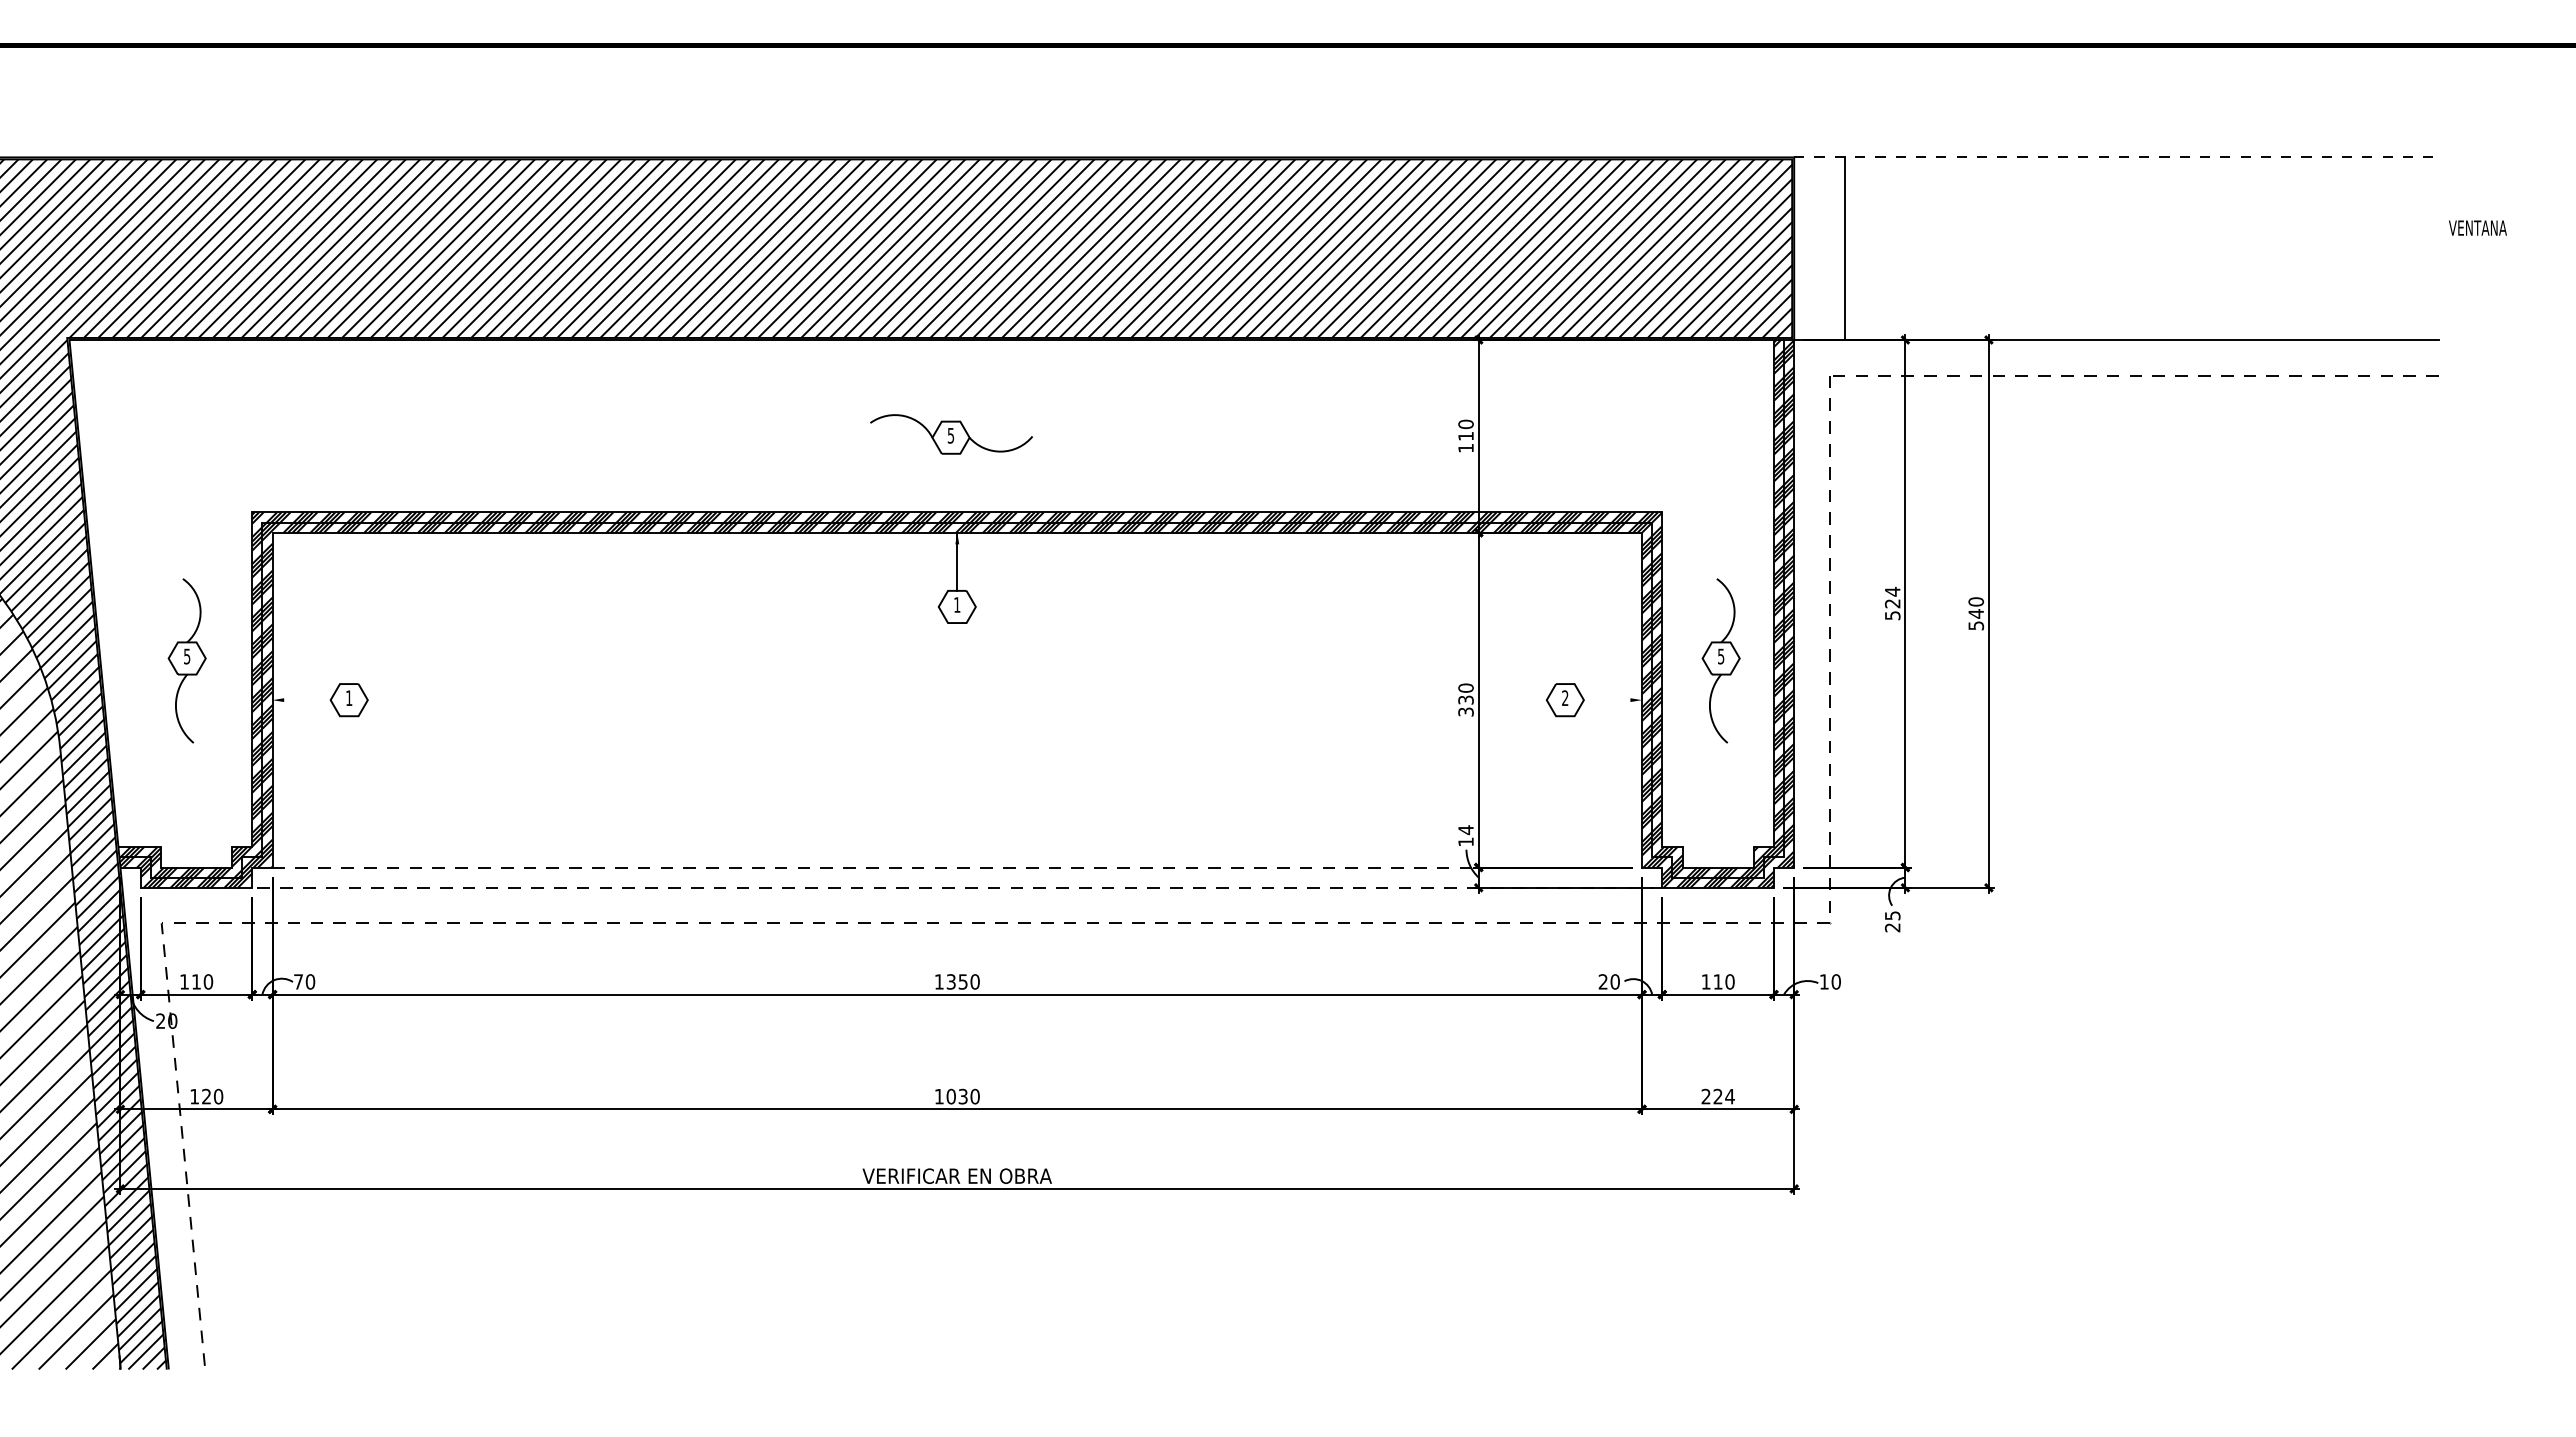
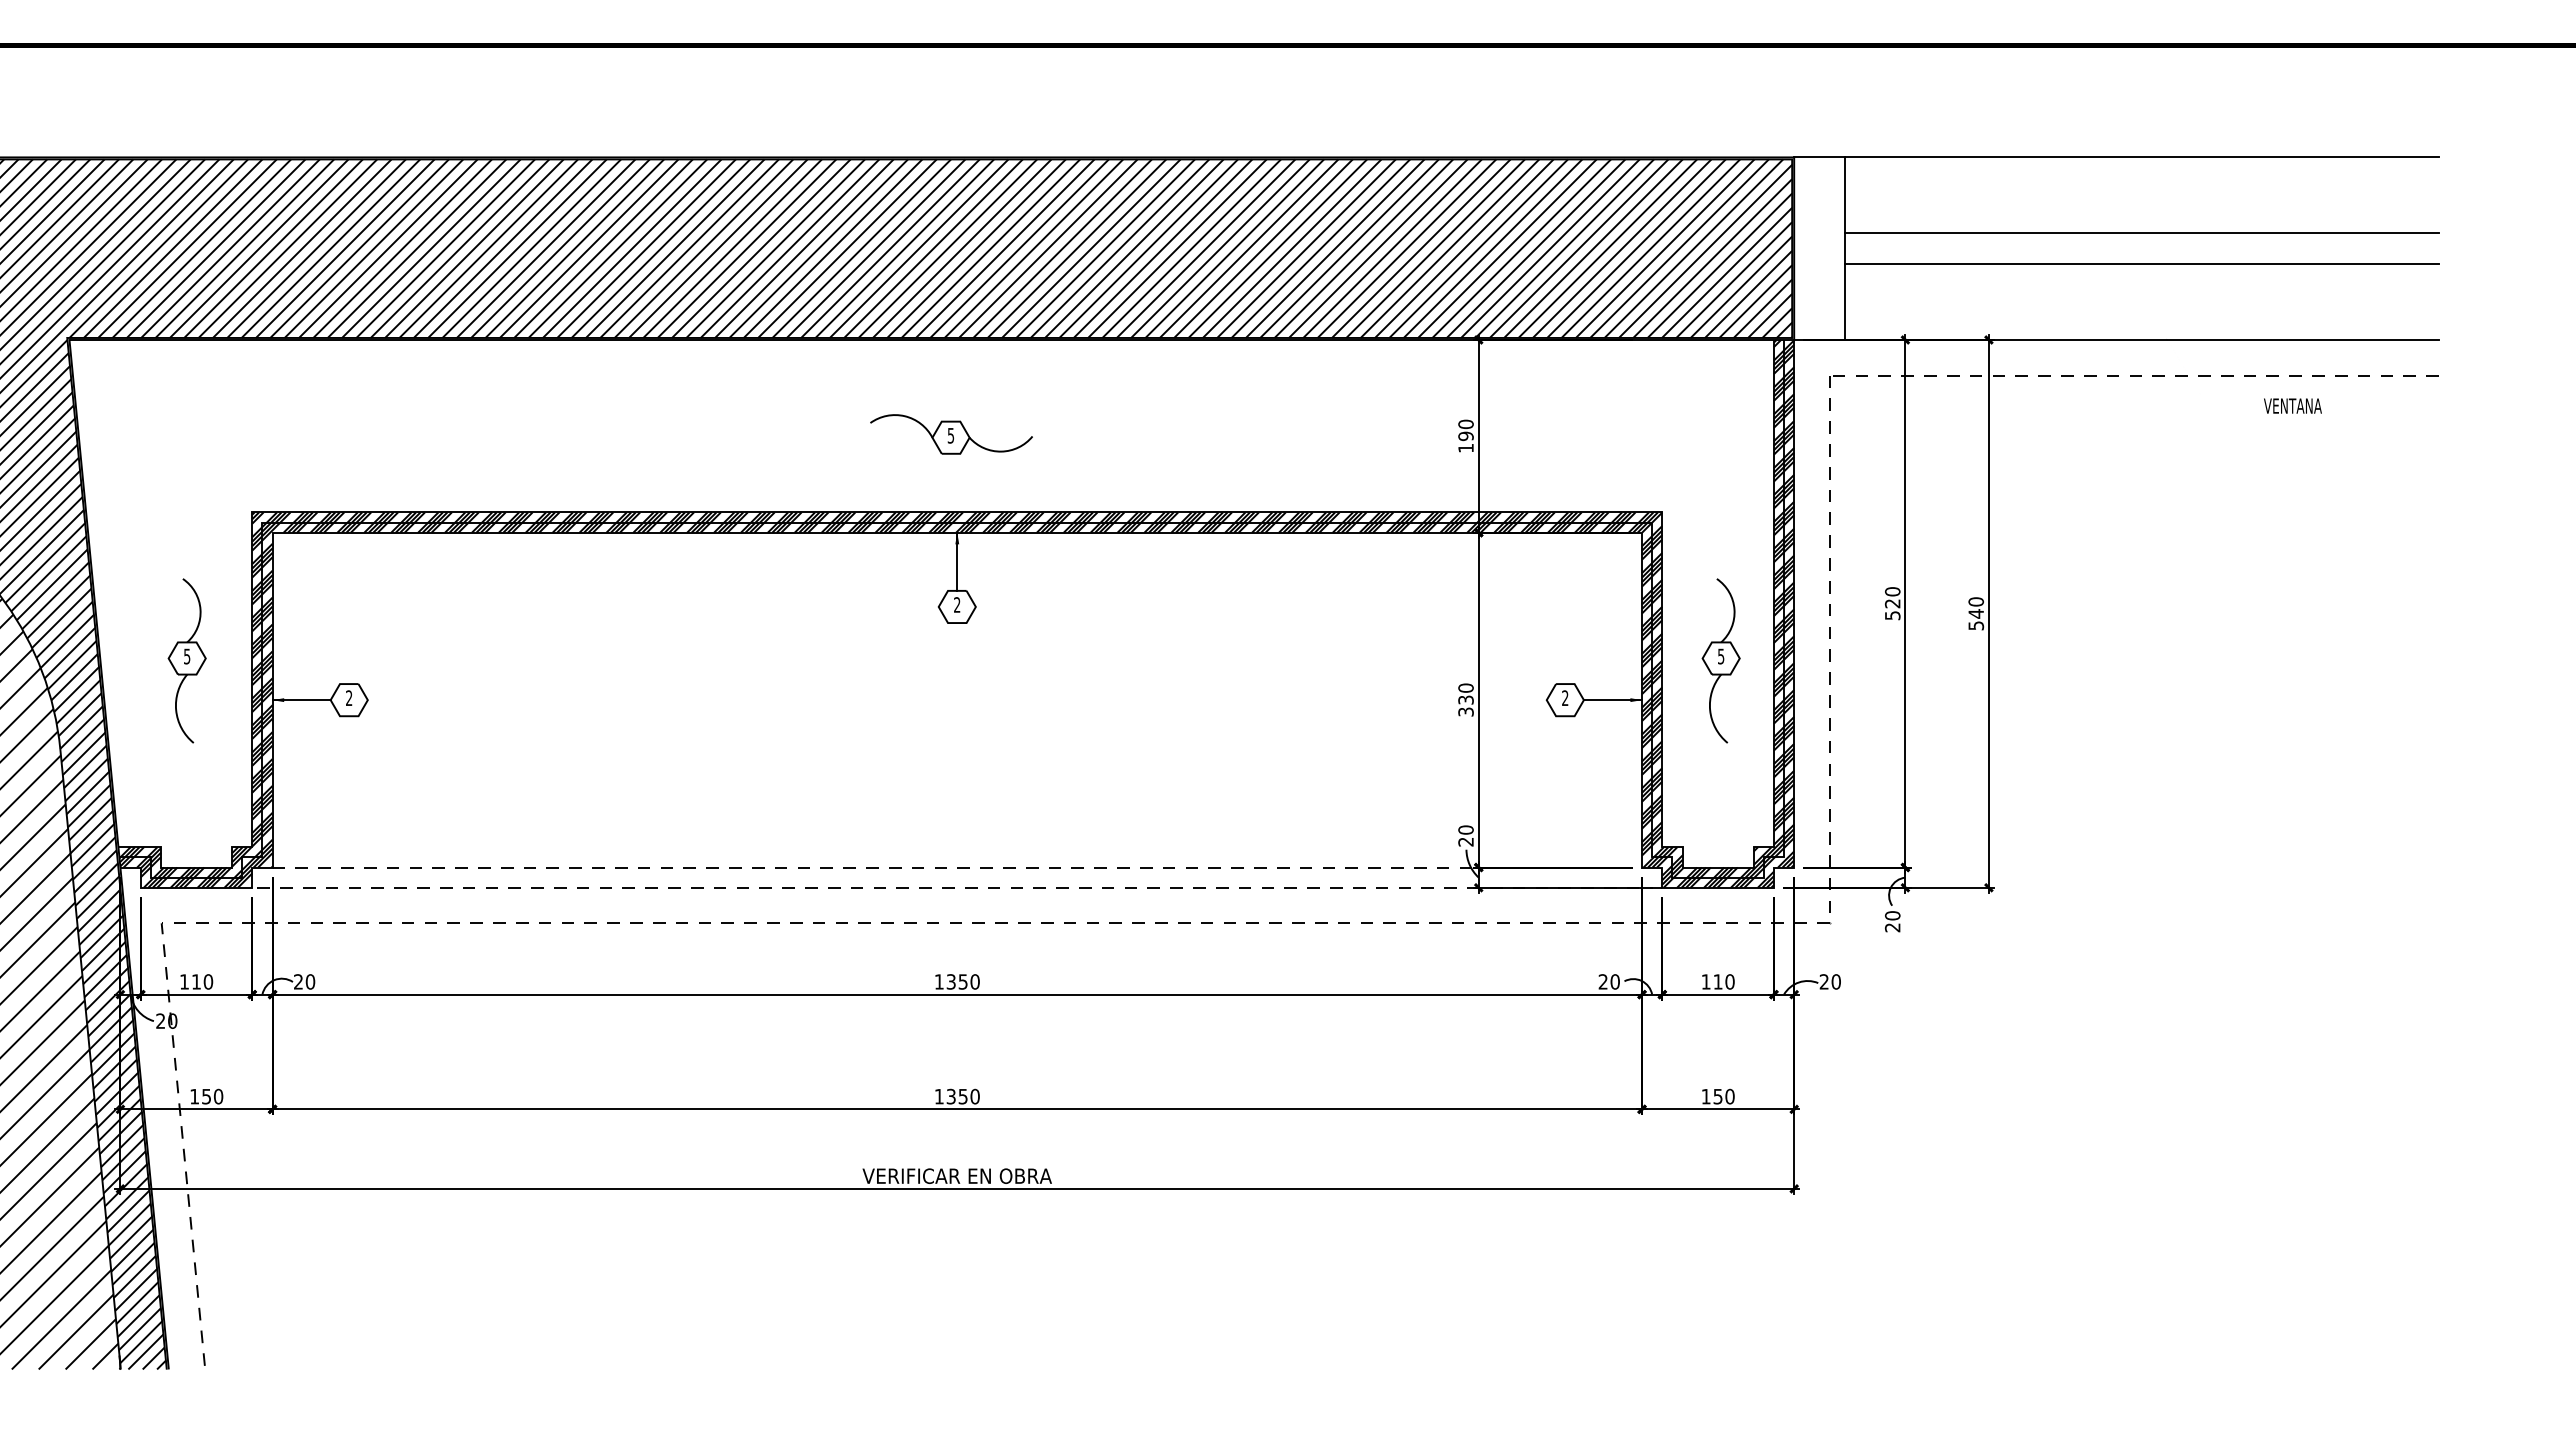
line at (2117, 157): dashed -> solid
text at (2477, 227) position: (2477, 227) -> (2292, 405)
line at (2141, 233): none -> present
line at (2141, 263): none -> present
text at (1465, 436): 110 -> 190
text at (1892, 591): 524 -> 520
text at (957, 604): 1 -> 2
text at (349, 697): 1 -> 2
line at (301, 700): none -> present
line at (1612, 700): none -> present
text at (1465, 835): 14 -> 20
text at (1892, 915): 25 -> 20
text at (298, 981): 70 -> 20
text at (1823, 981): 10 -> 20
text at (206, 1096): 120 -> 150
text at (956, 1096): 1030 -> 1350
text at (1717, 1096): 224 -> 150
